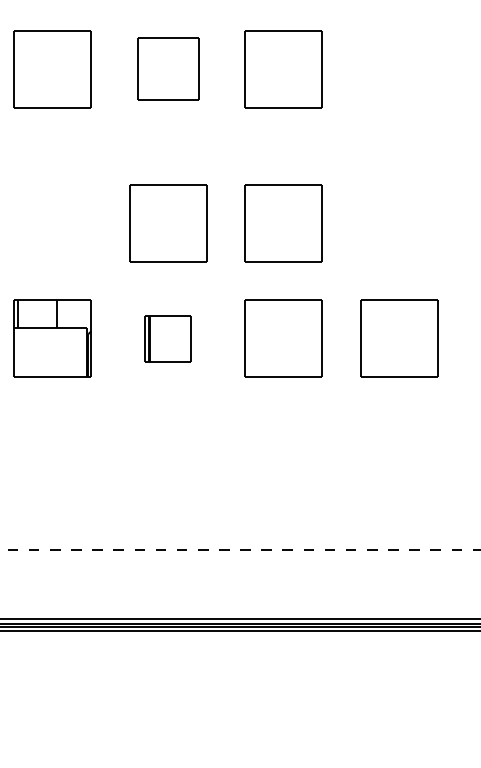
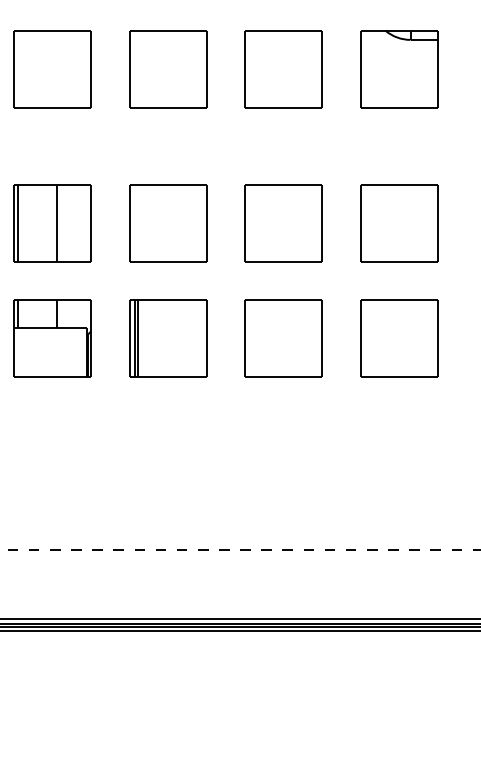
part at (168, 68) size: 63x64 px -> 79x79 px
part at (399, 69): none -> present
part at (52, 223): none -> present
part at (399, 223): none -> present
part at (167, 338) size: 48x48 px -> 79x79 px
